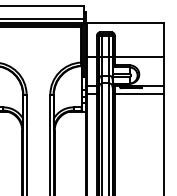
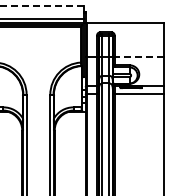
line at (42, 5): solid -> dashed
line at (138, 57): solid -> dashed
